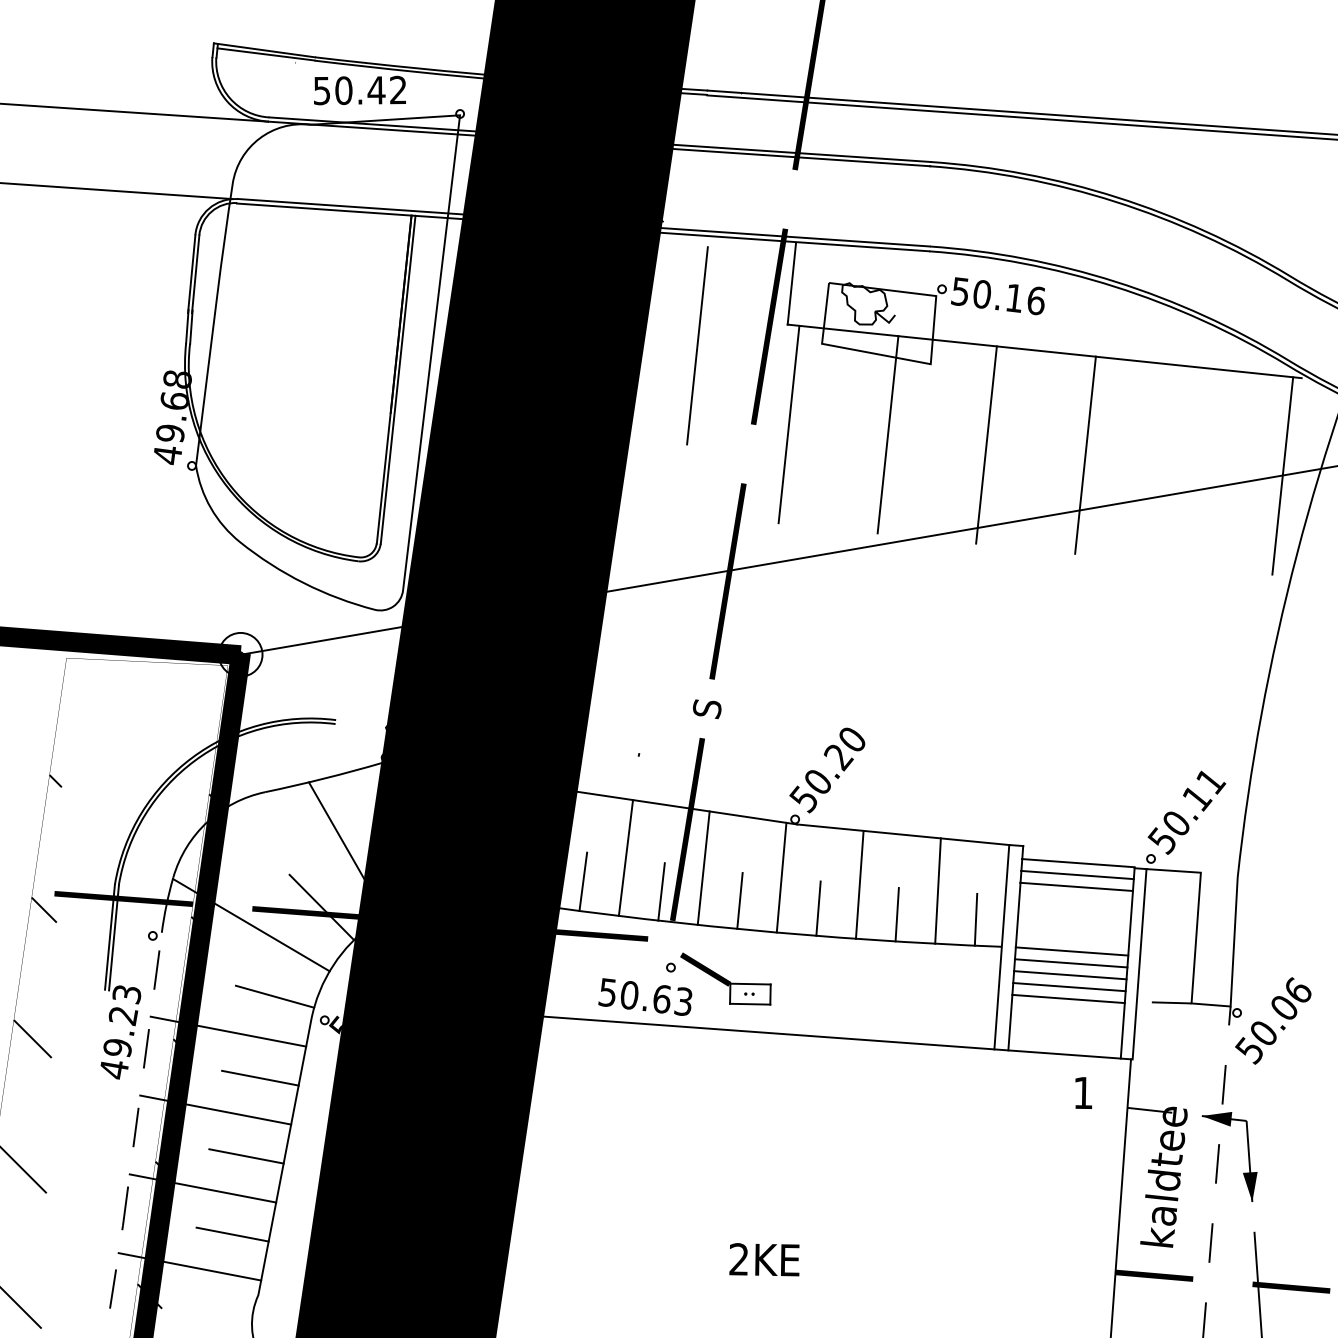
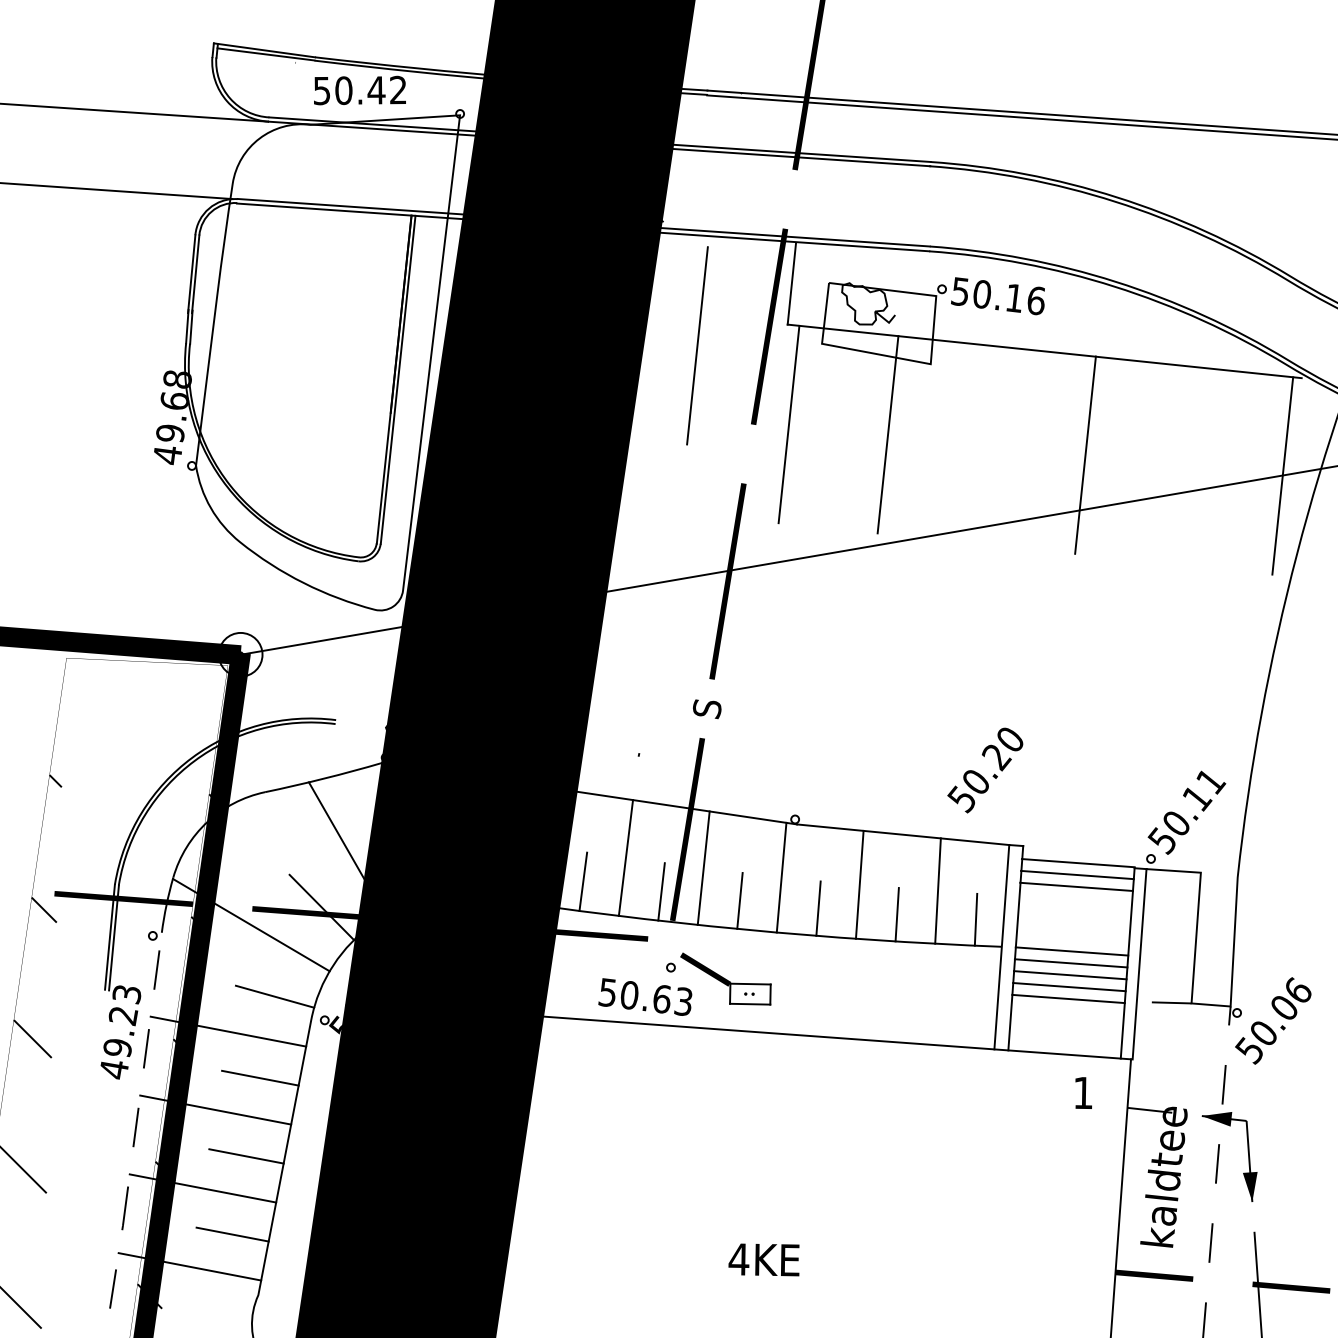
line at (986, 444): present -> none
text at (827, 770) position: (827, 770) -> (985, 770)
text at (738, 1259): 2KE -> 4KE
